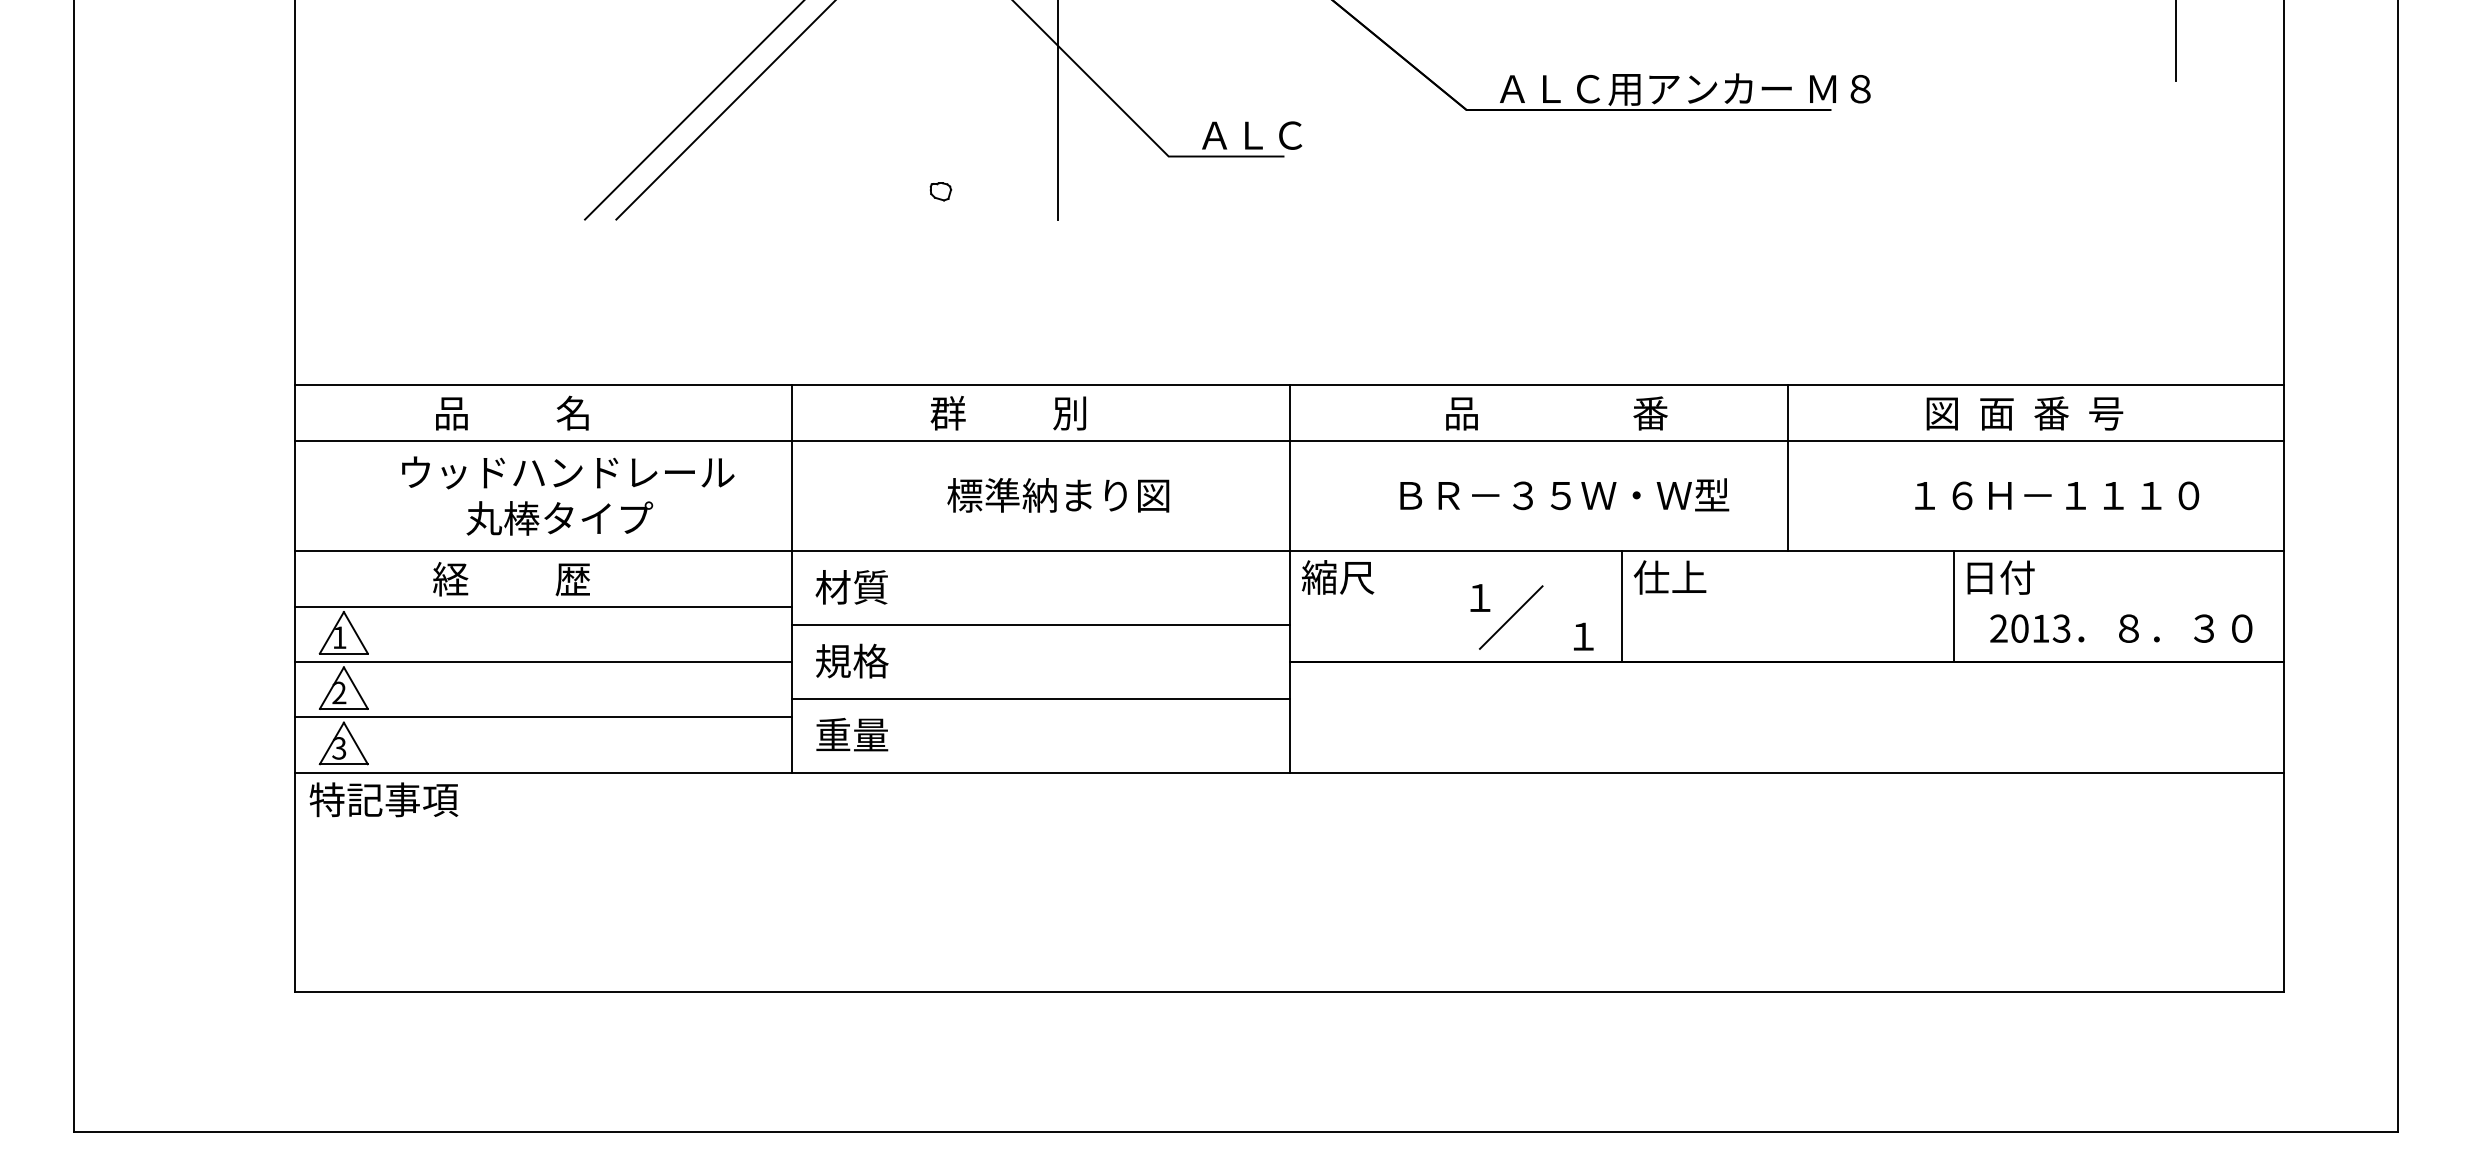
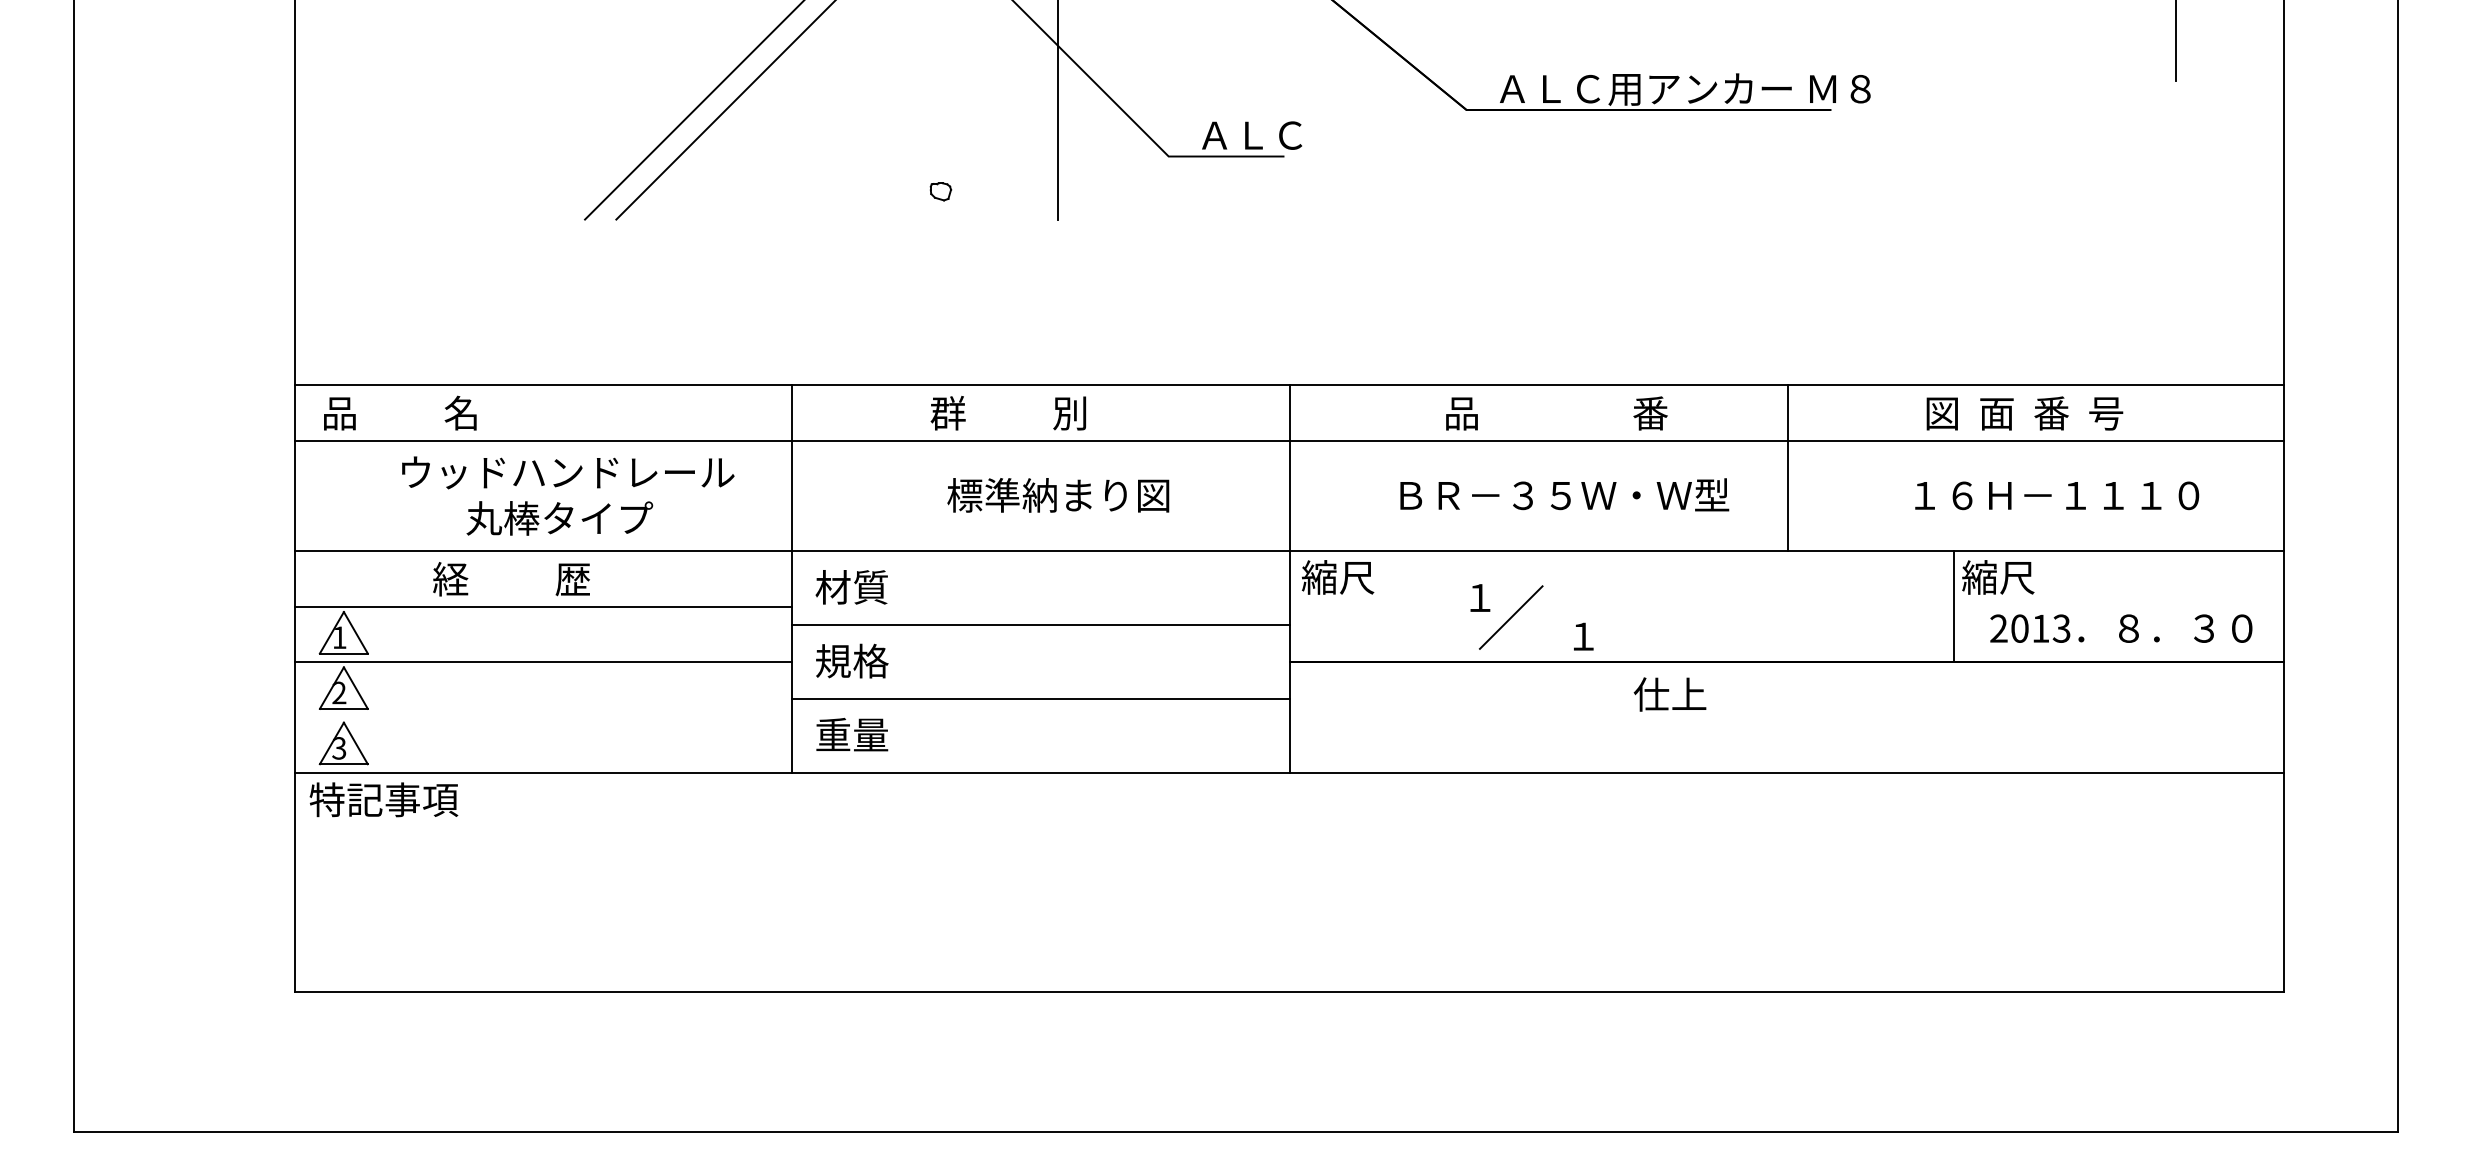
text at (512, 412) position: (512, 412) -> (400, 412)
text at (1669, 577) position: (1669, 577) -> (1669, 694)
text at (1998, 577): 日付 -> 縮尺
line at (1621, 606): present -> none
line at (543, 717): present -> none
